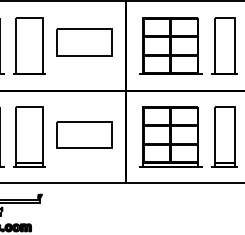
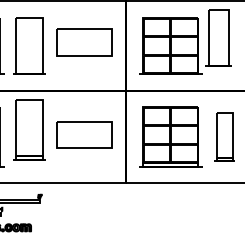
part at (224, 45) position: (224, 45) -> (218, 37)
part at (29, 136) position: (29, 136) -> (29, 129)
part at (224, 136) size: 27x62 px -> 21x50 px
